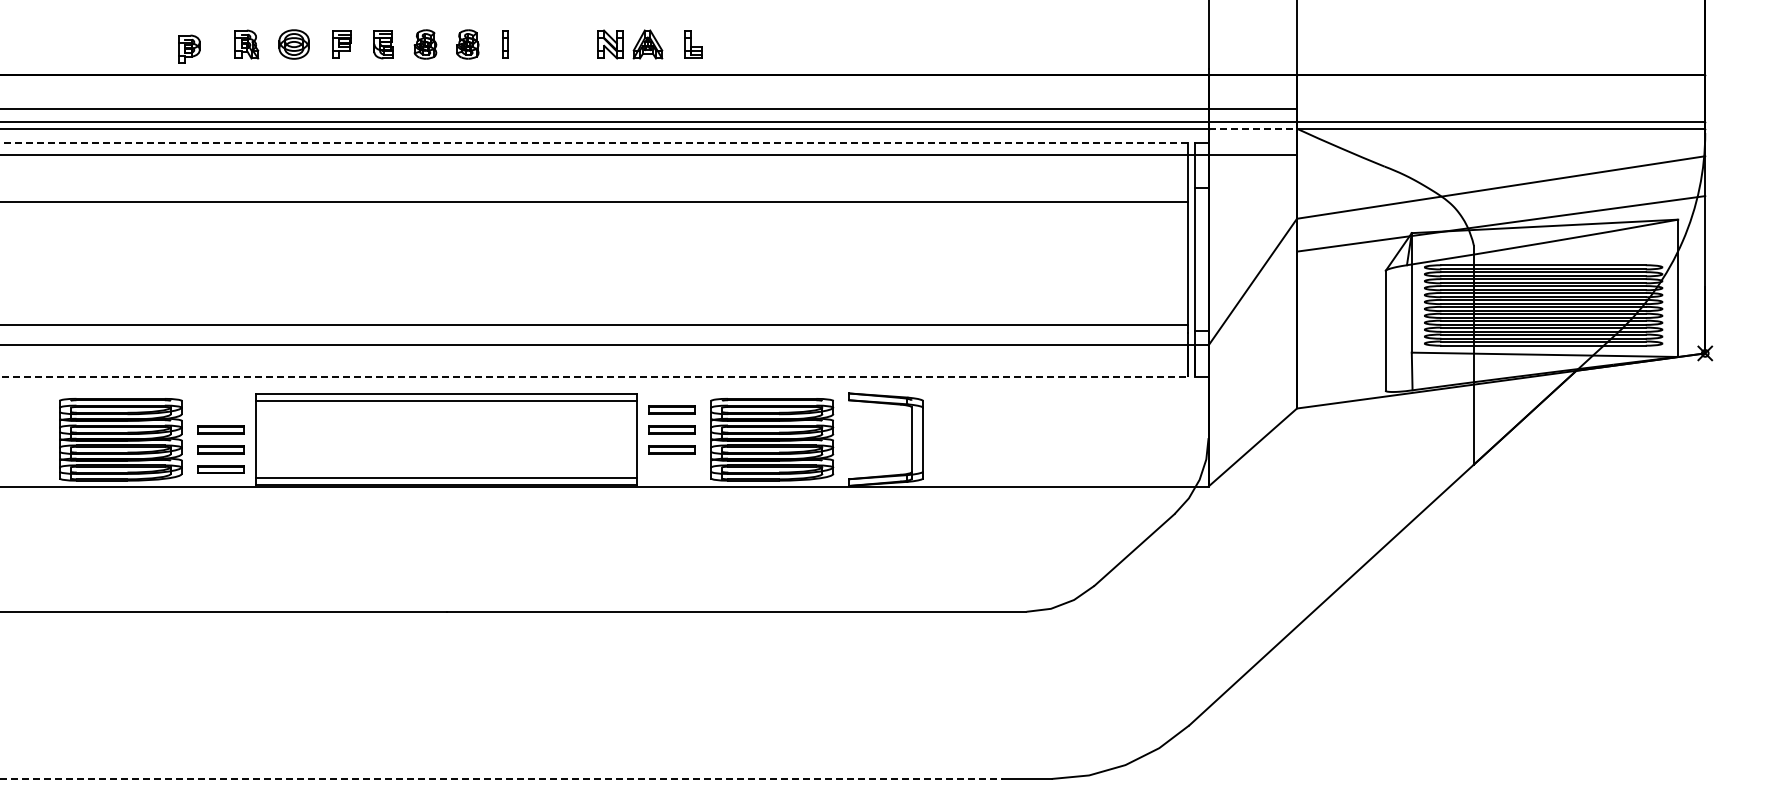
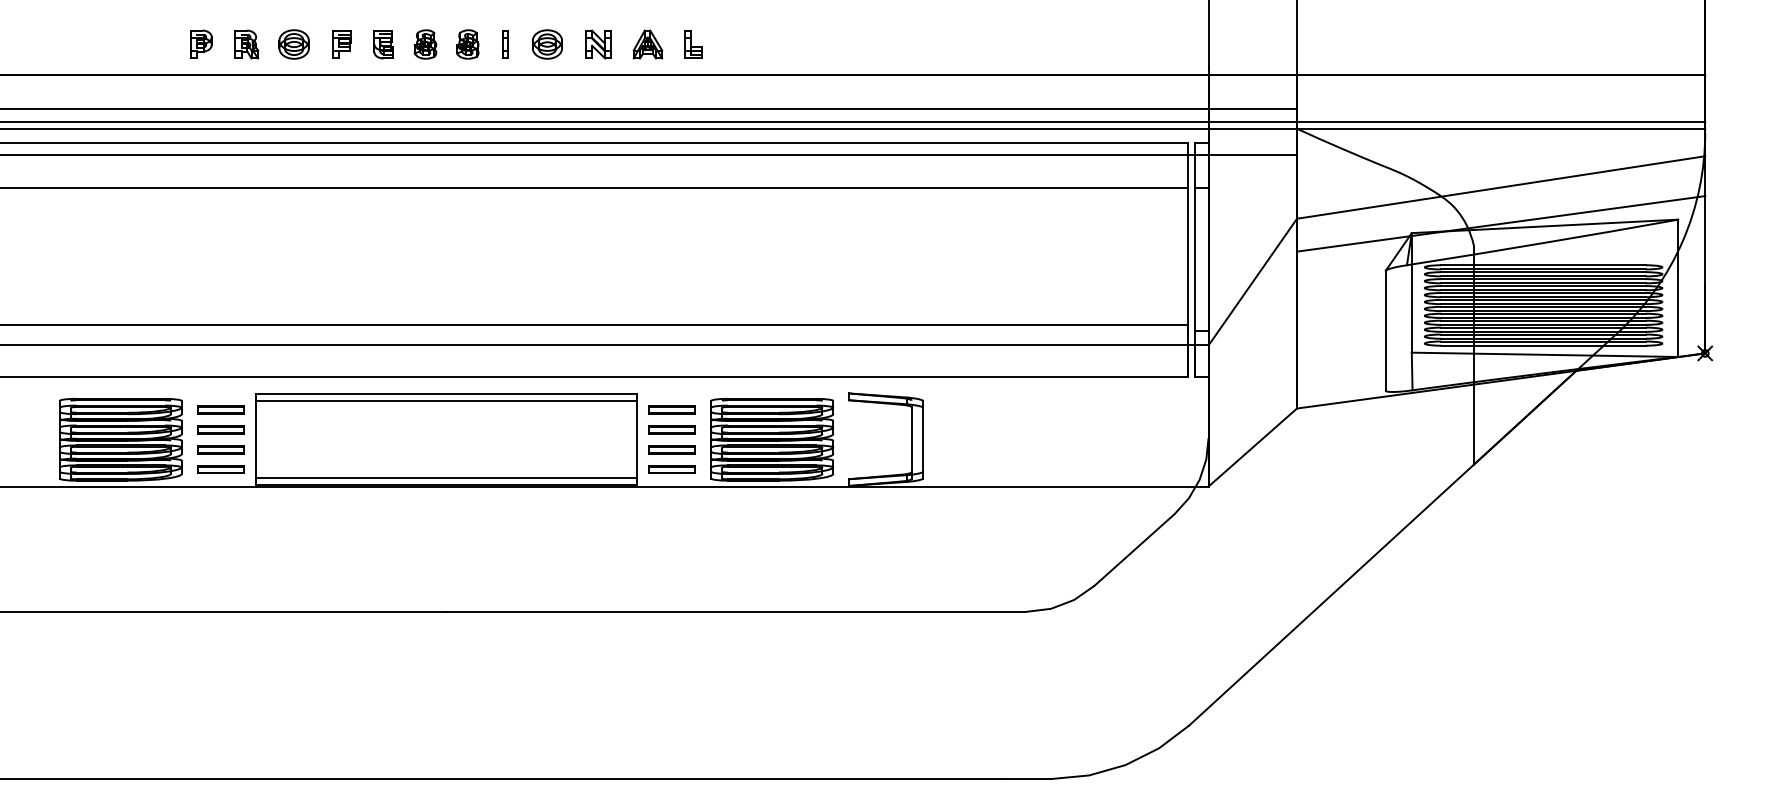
part at (547, 44): none -> present
part at (610, 44) position: (610, 44) -> (598, 44)
part at (189, 48) position: (189, 48) -> (201, 43)
line at (1253, 128): dashed -> solid
line at (594, 142): dashed -> solid
line at (595, 201) position: (595, 201) -> (595, 187)
line at (594, 376): dashed -> solid
part at (220, 409): none -> present
part at (671, 469): none -> present
line at (502, 778): dashed -> solid
